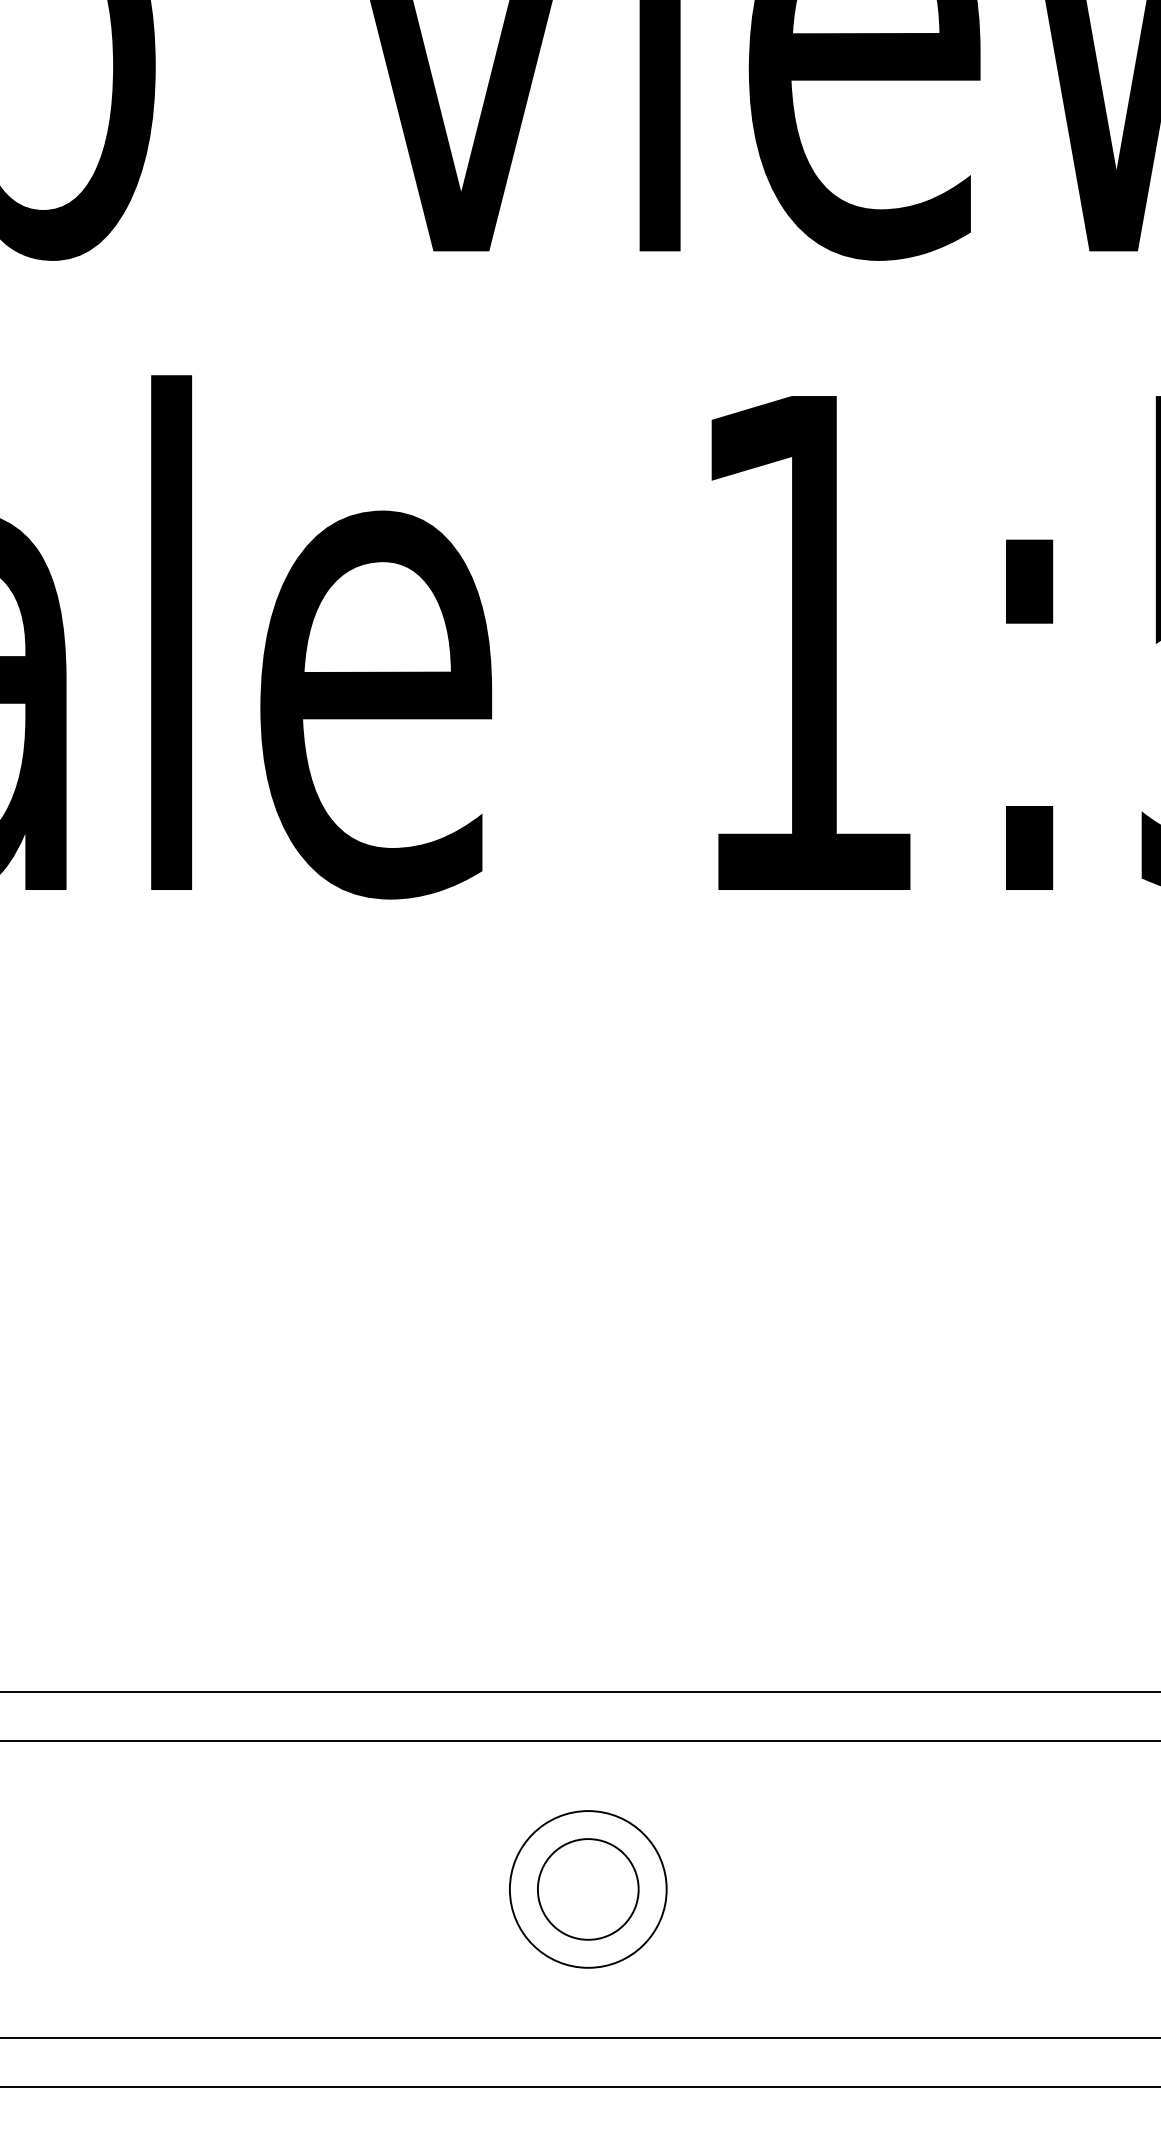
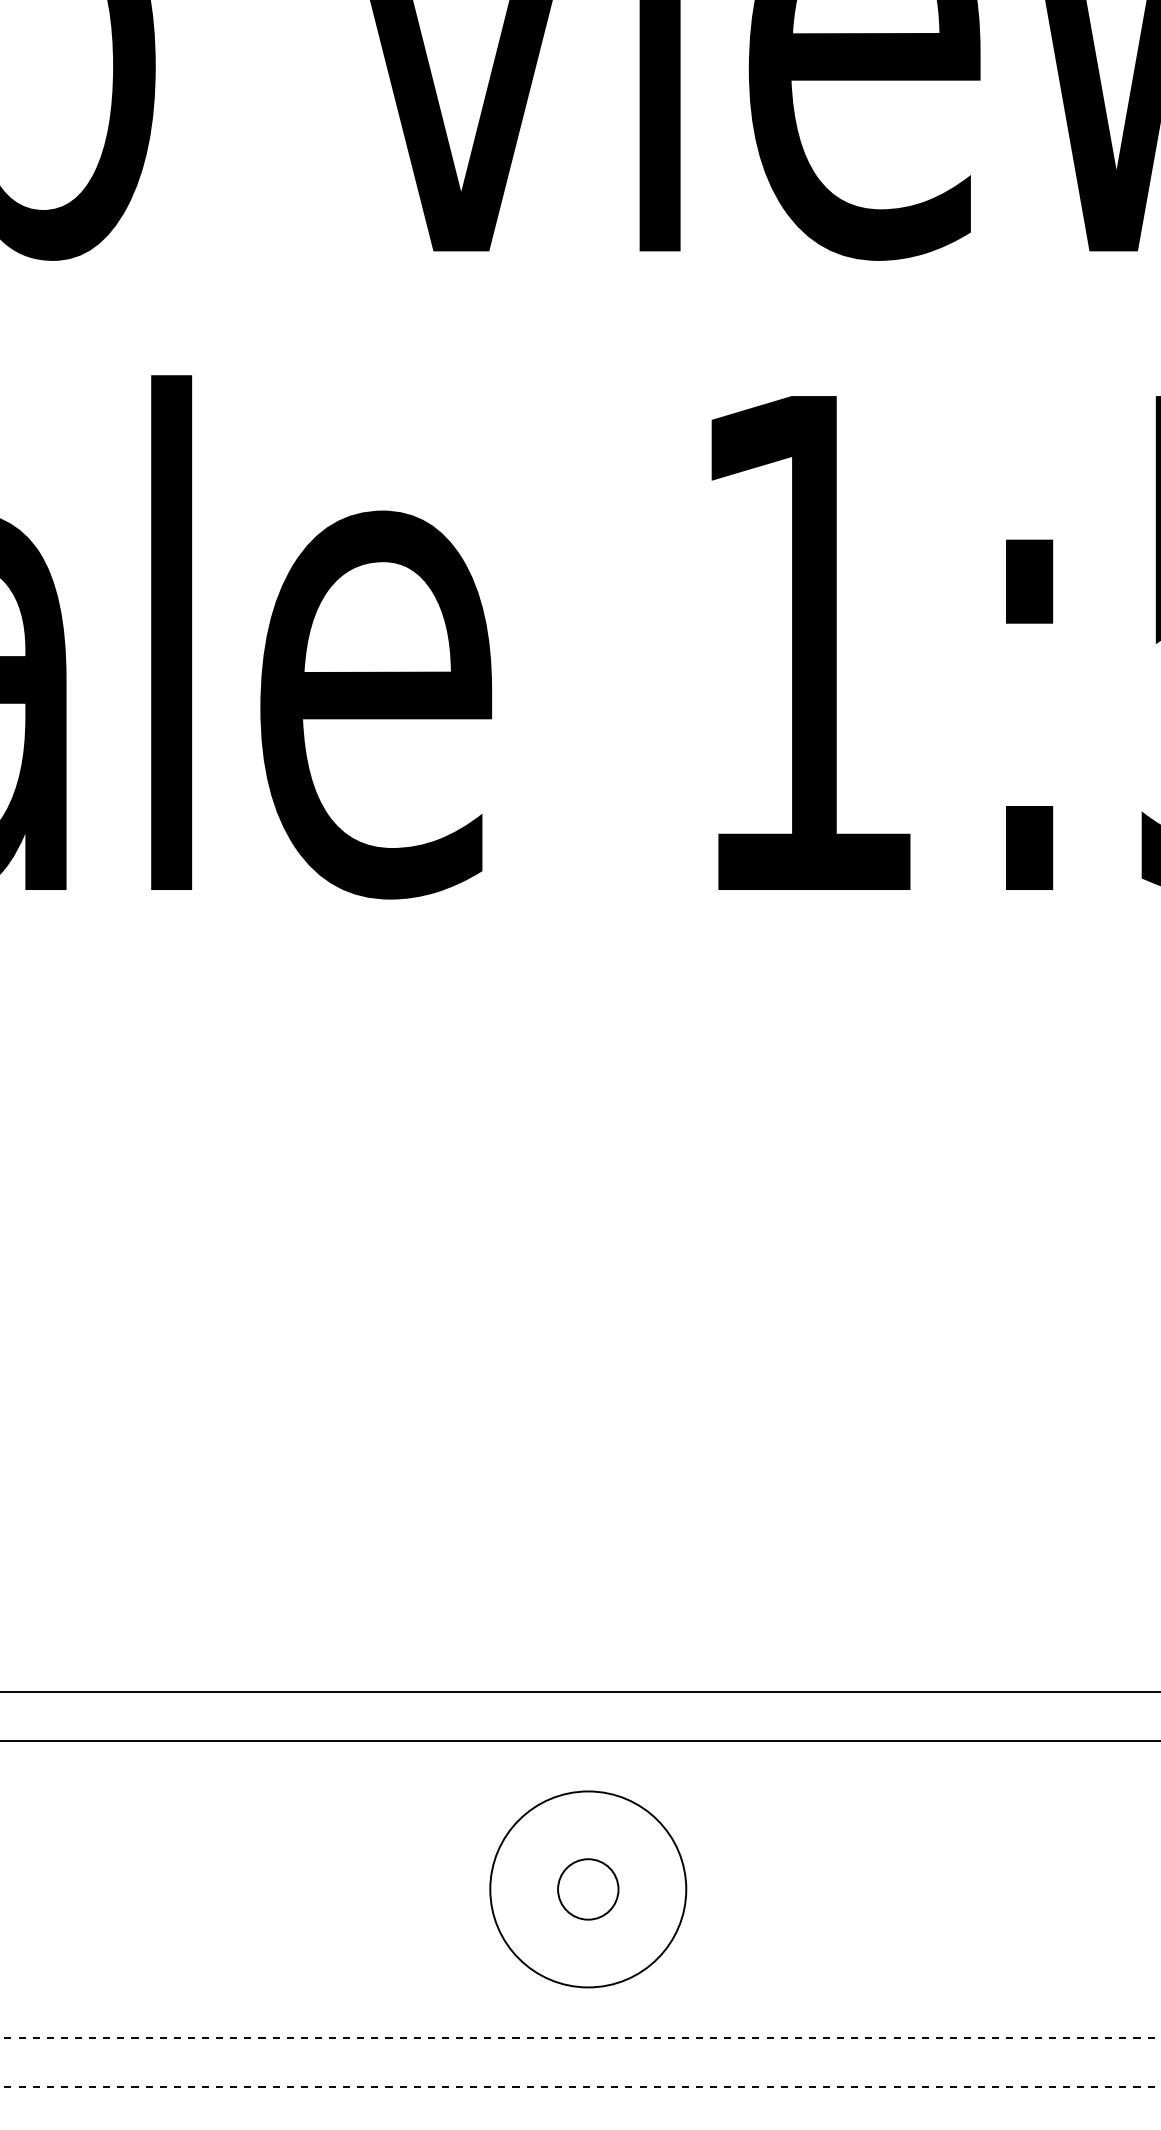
circle at (587, 1889) diameter: 101 px -> 60 px
circle at (587, 1889) diameter: 157 px -> 196 px
line at (580, 2037): solid -> dashed
line at (580, 2087): solid -> dashed
